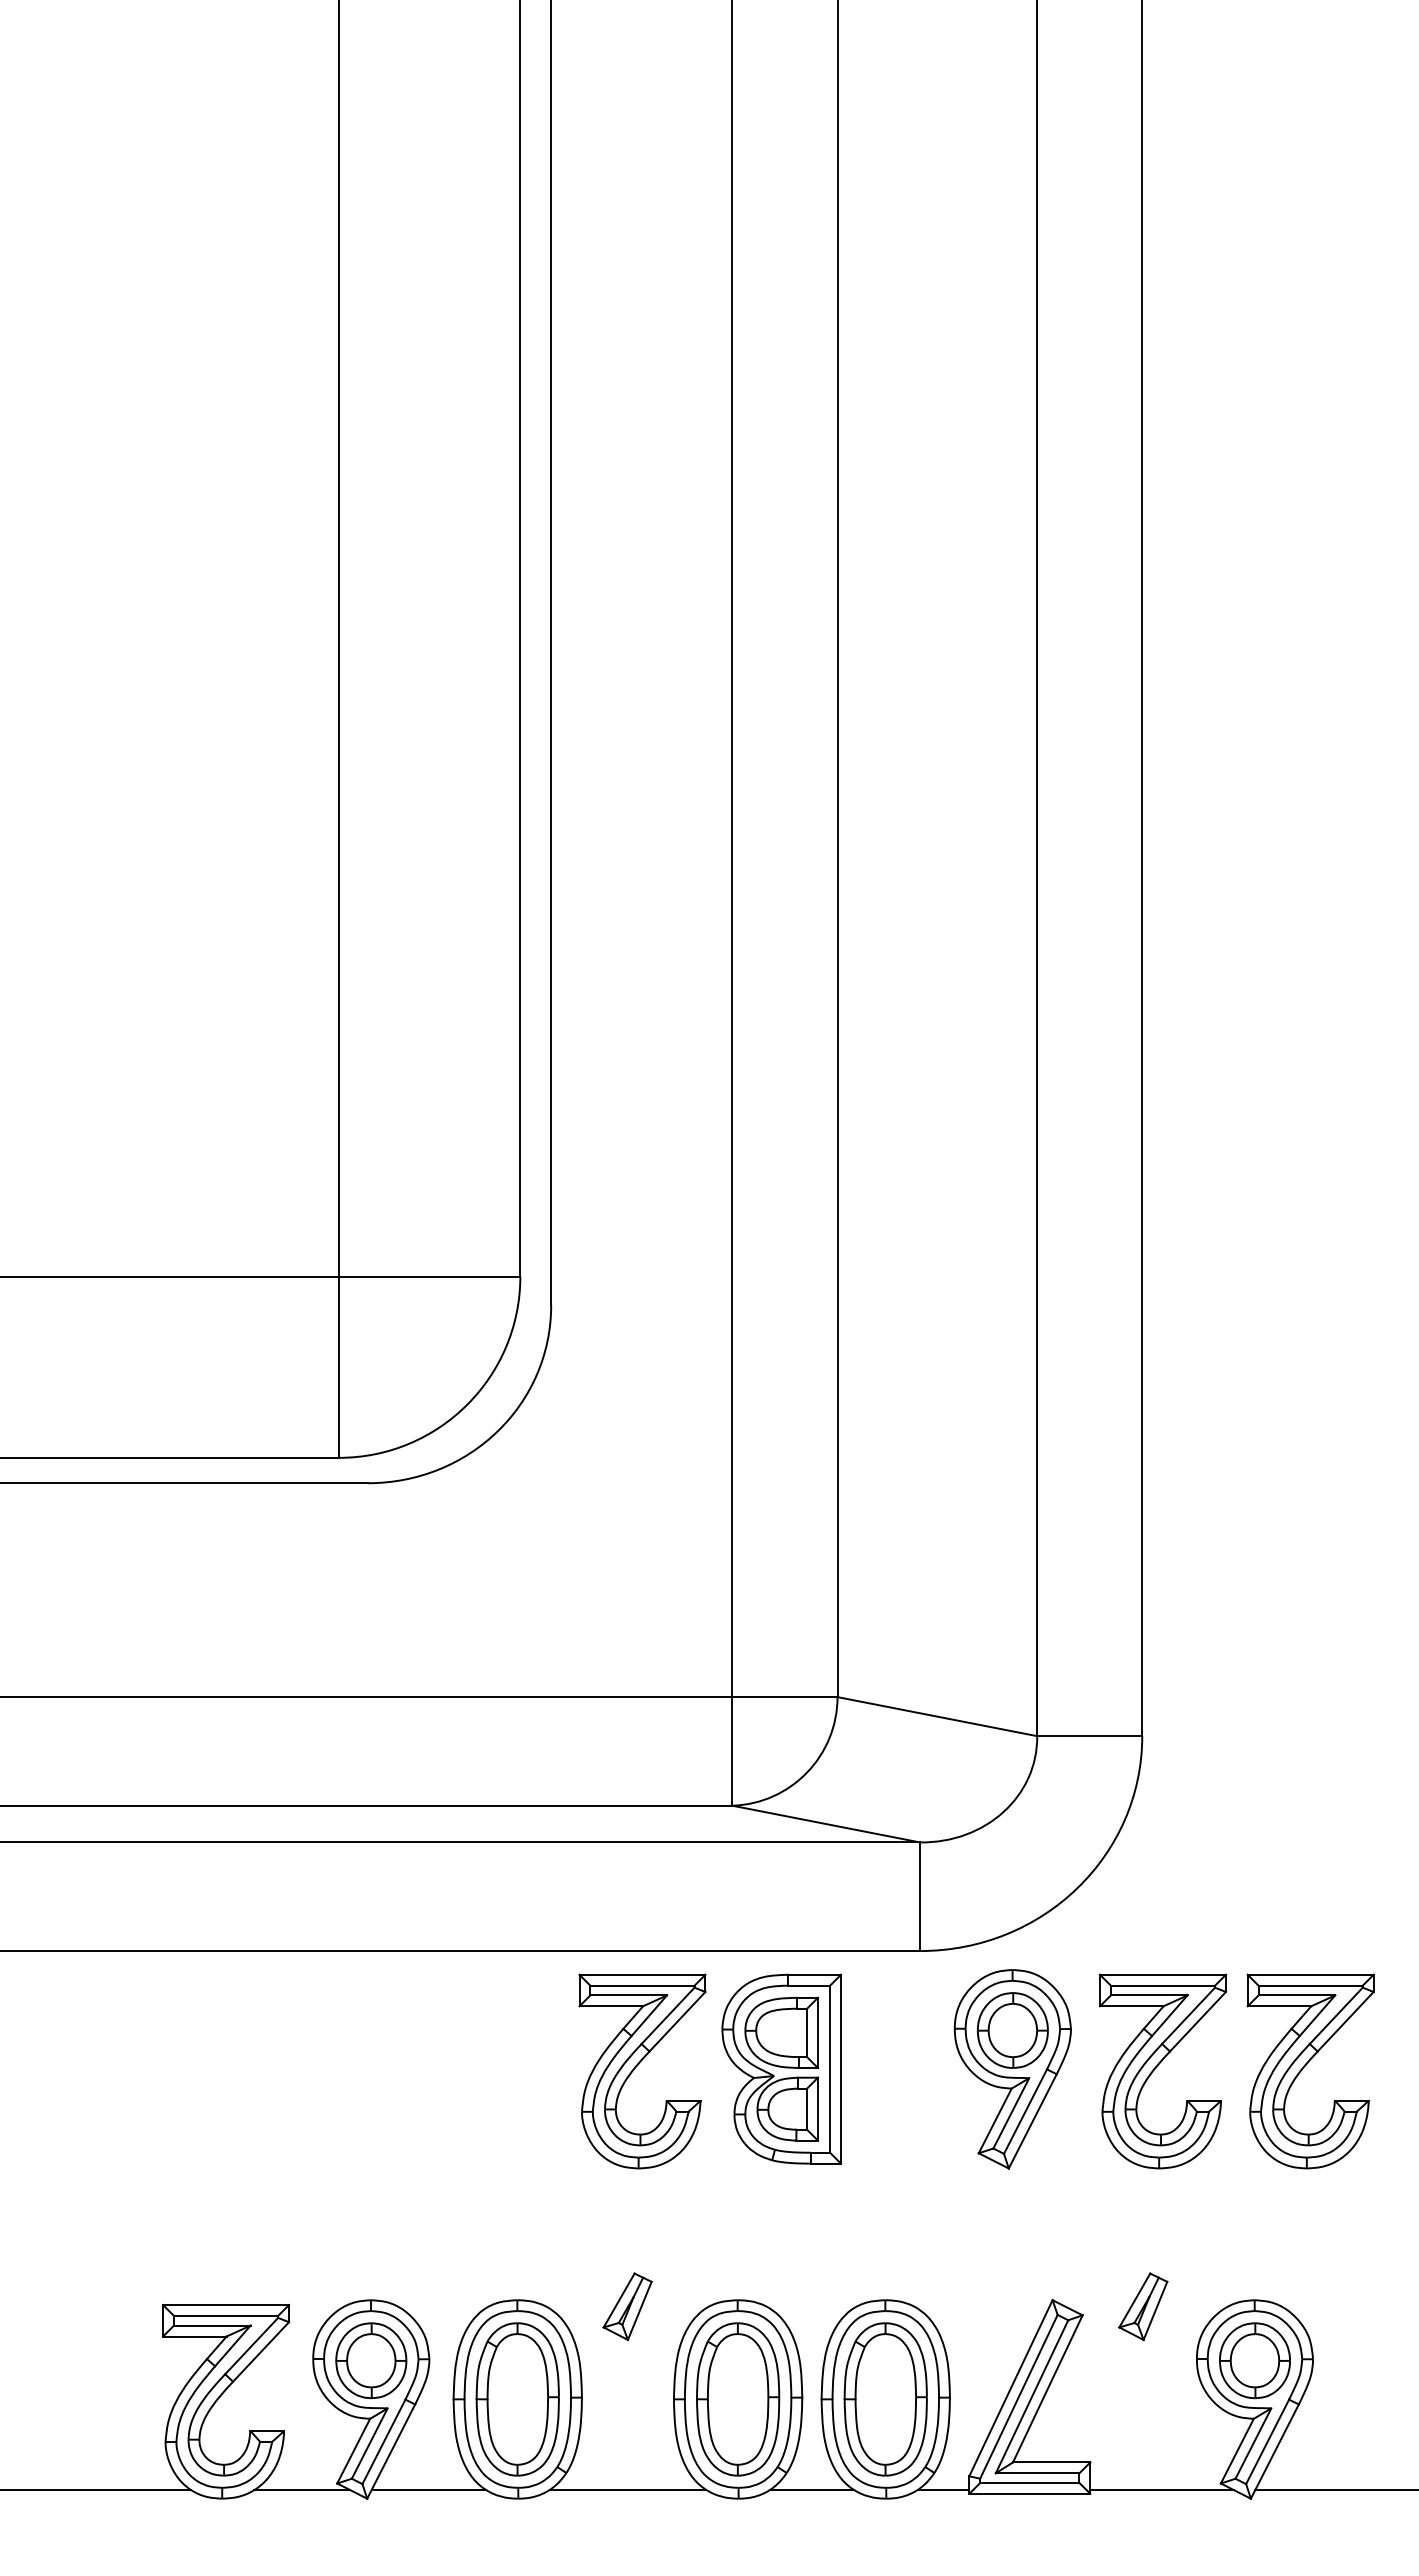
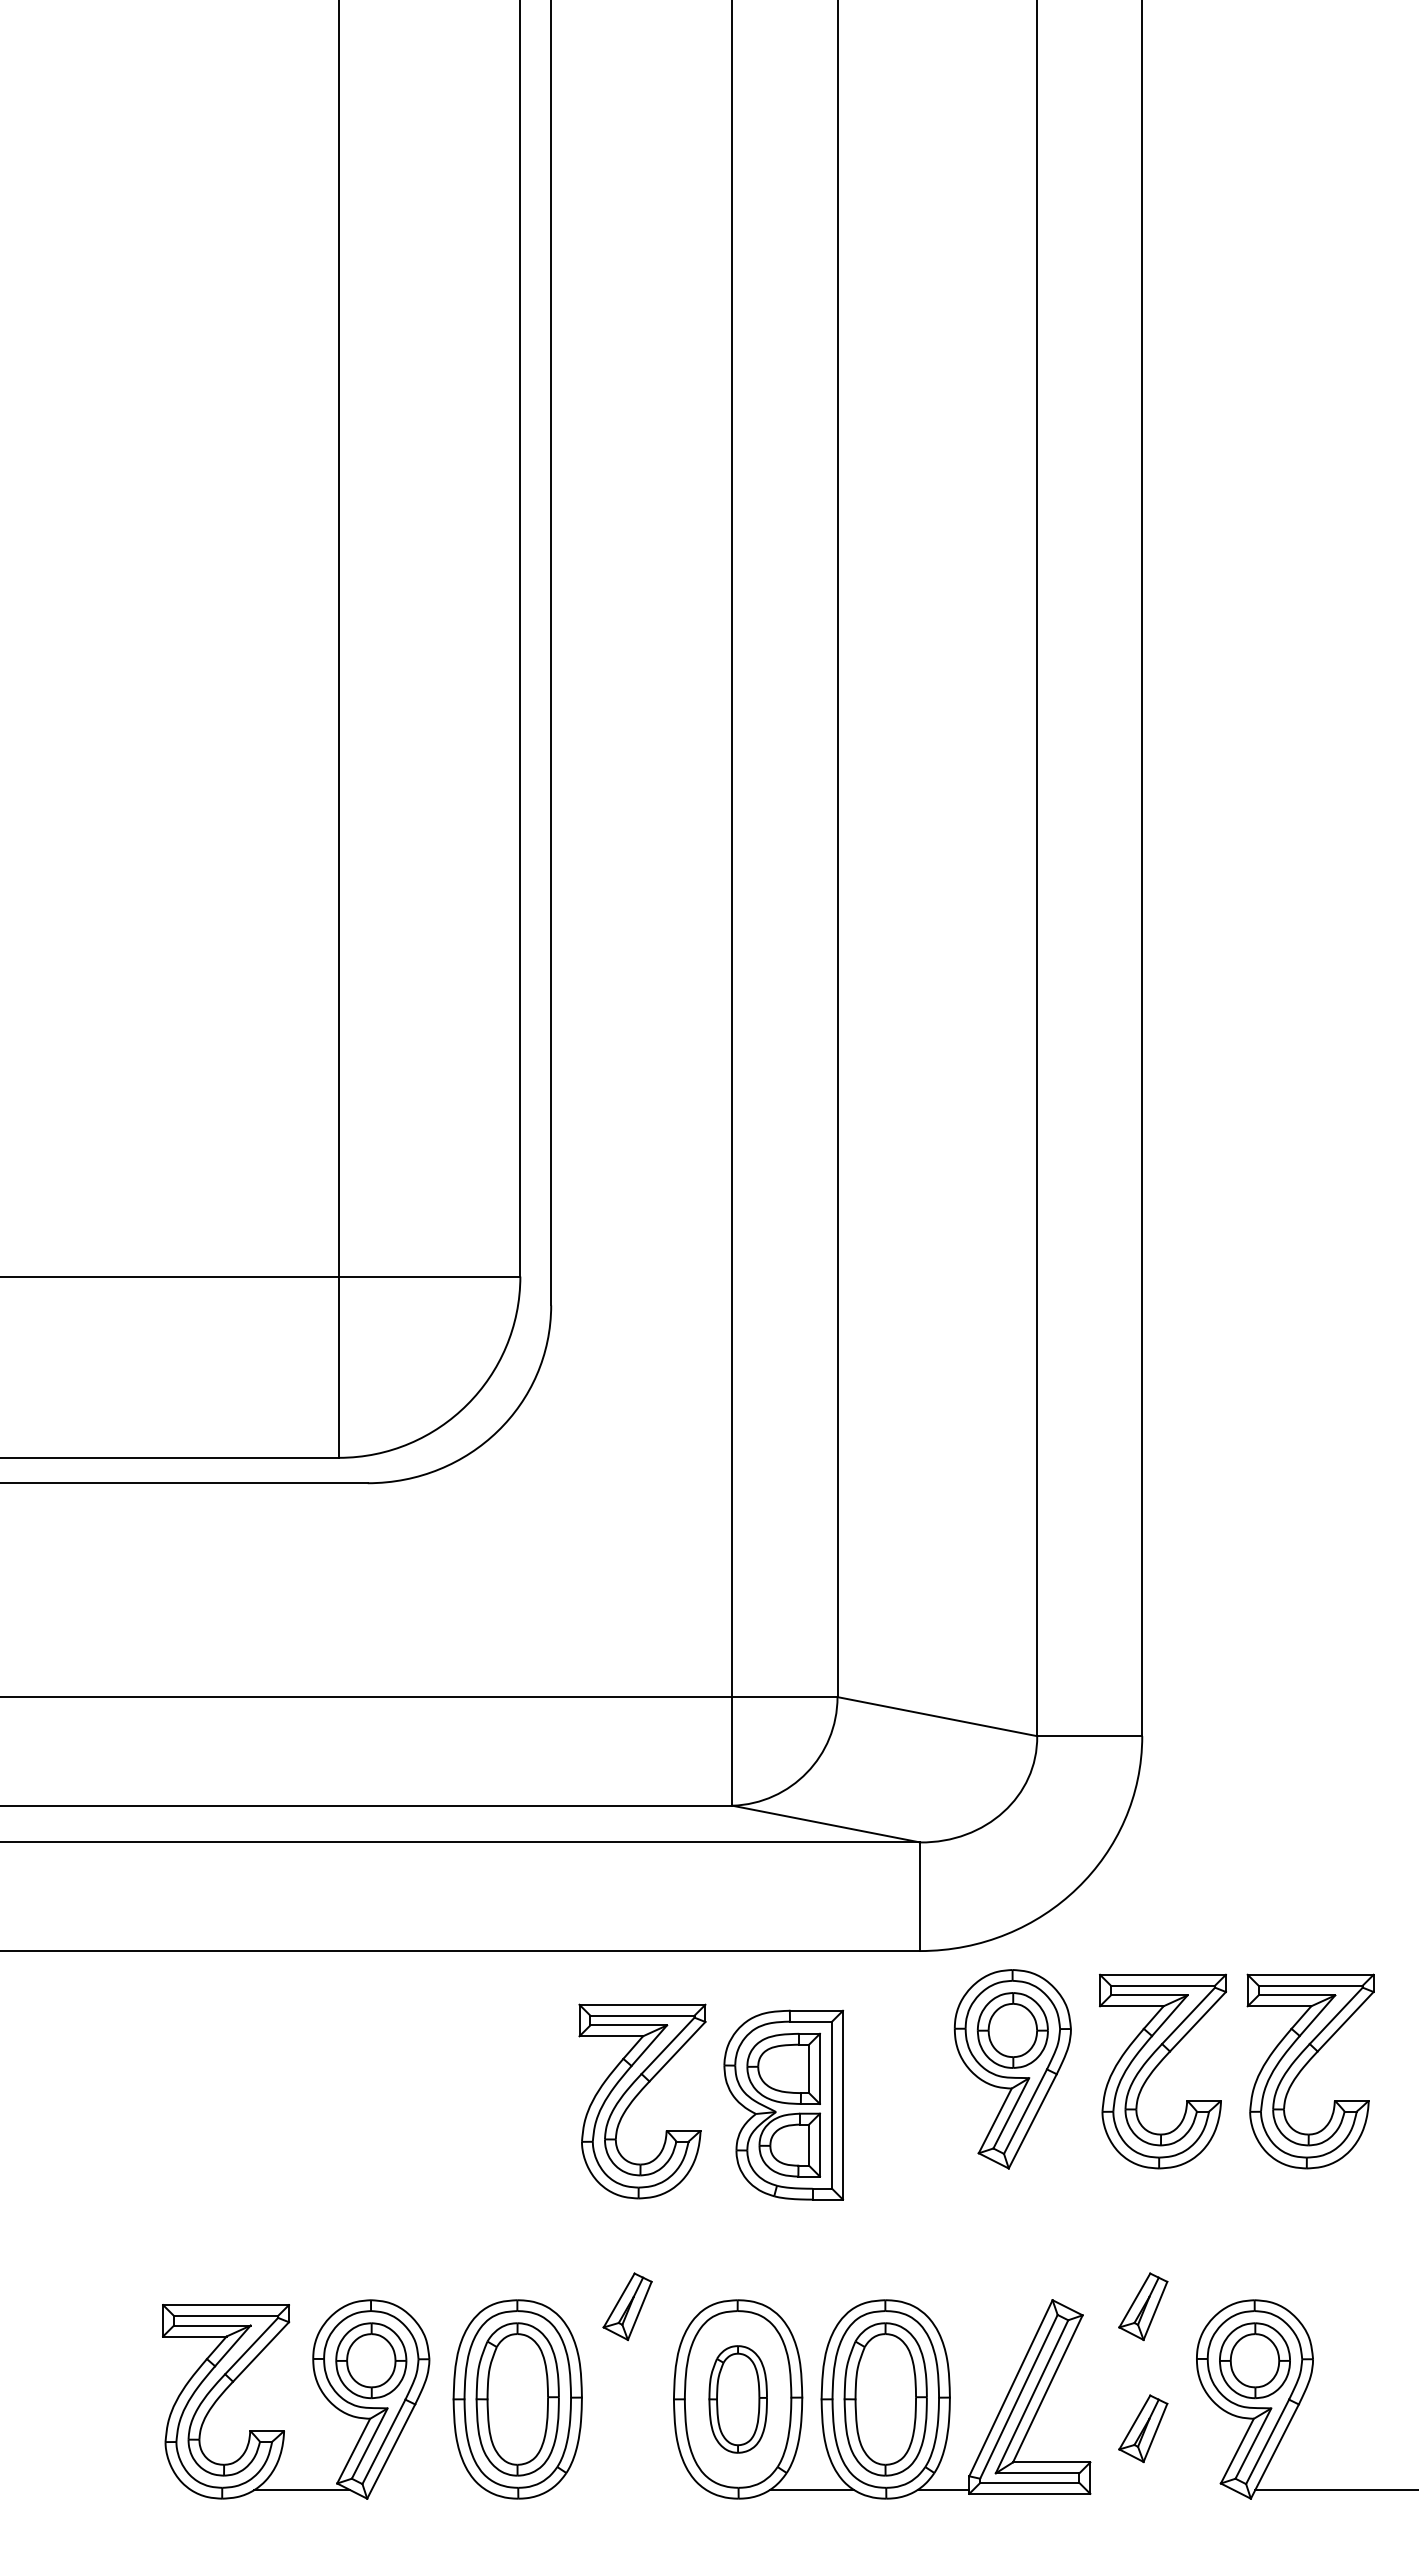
part at (637, 2066) position: (637, 2066) -> (637, 2096)
part at (781, 2068) position: (781, 2068) -> (783, 2104)
part at (738, 2399) size: 85x155 px -> 60x109 px
part at (1143, 2428): none -> present
line at (96, 2490): present -> none
line at (428, 2490): present -> none
line at (627, 2490): present -> none
line at (1161, 2490): present -> none
